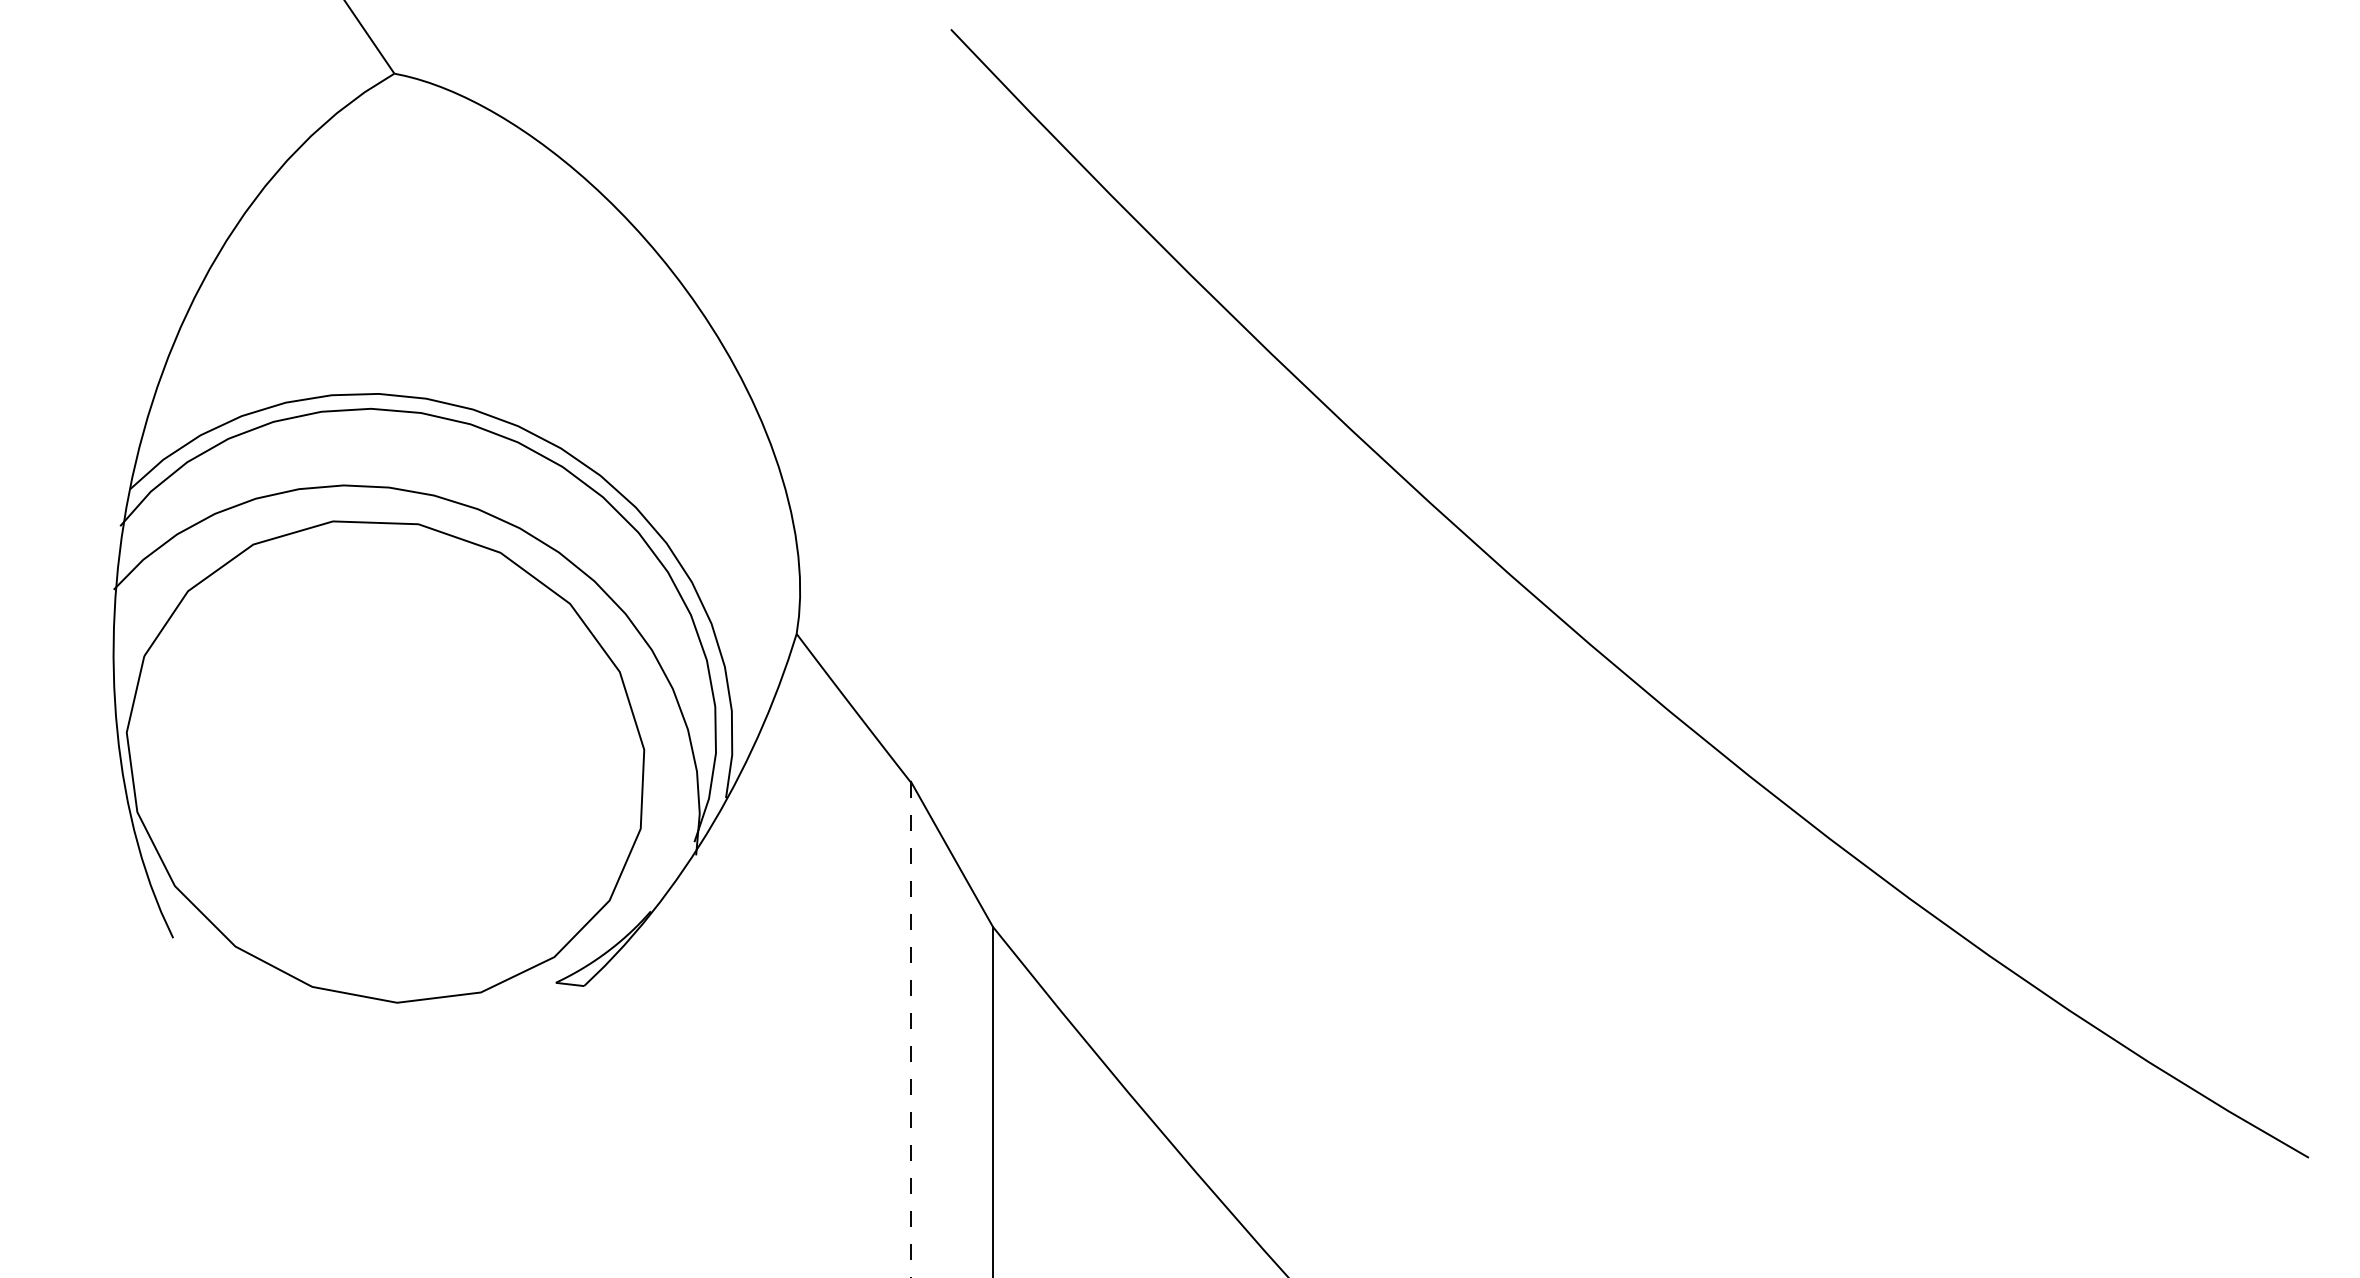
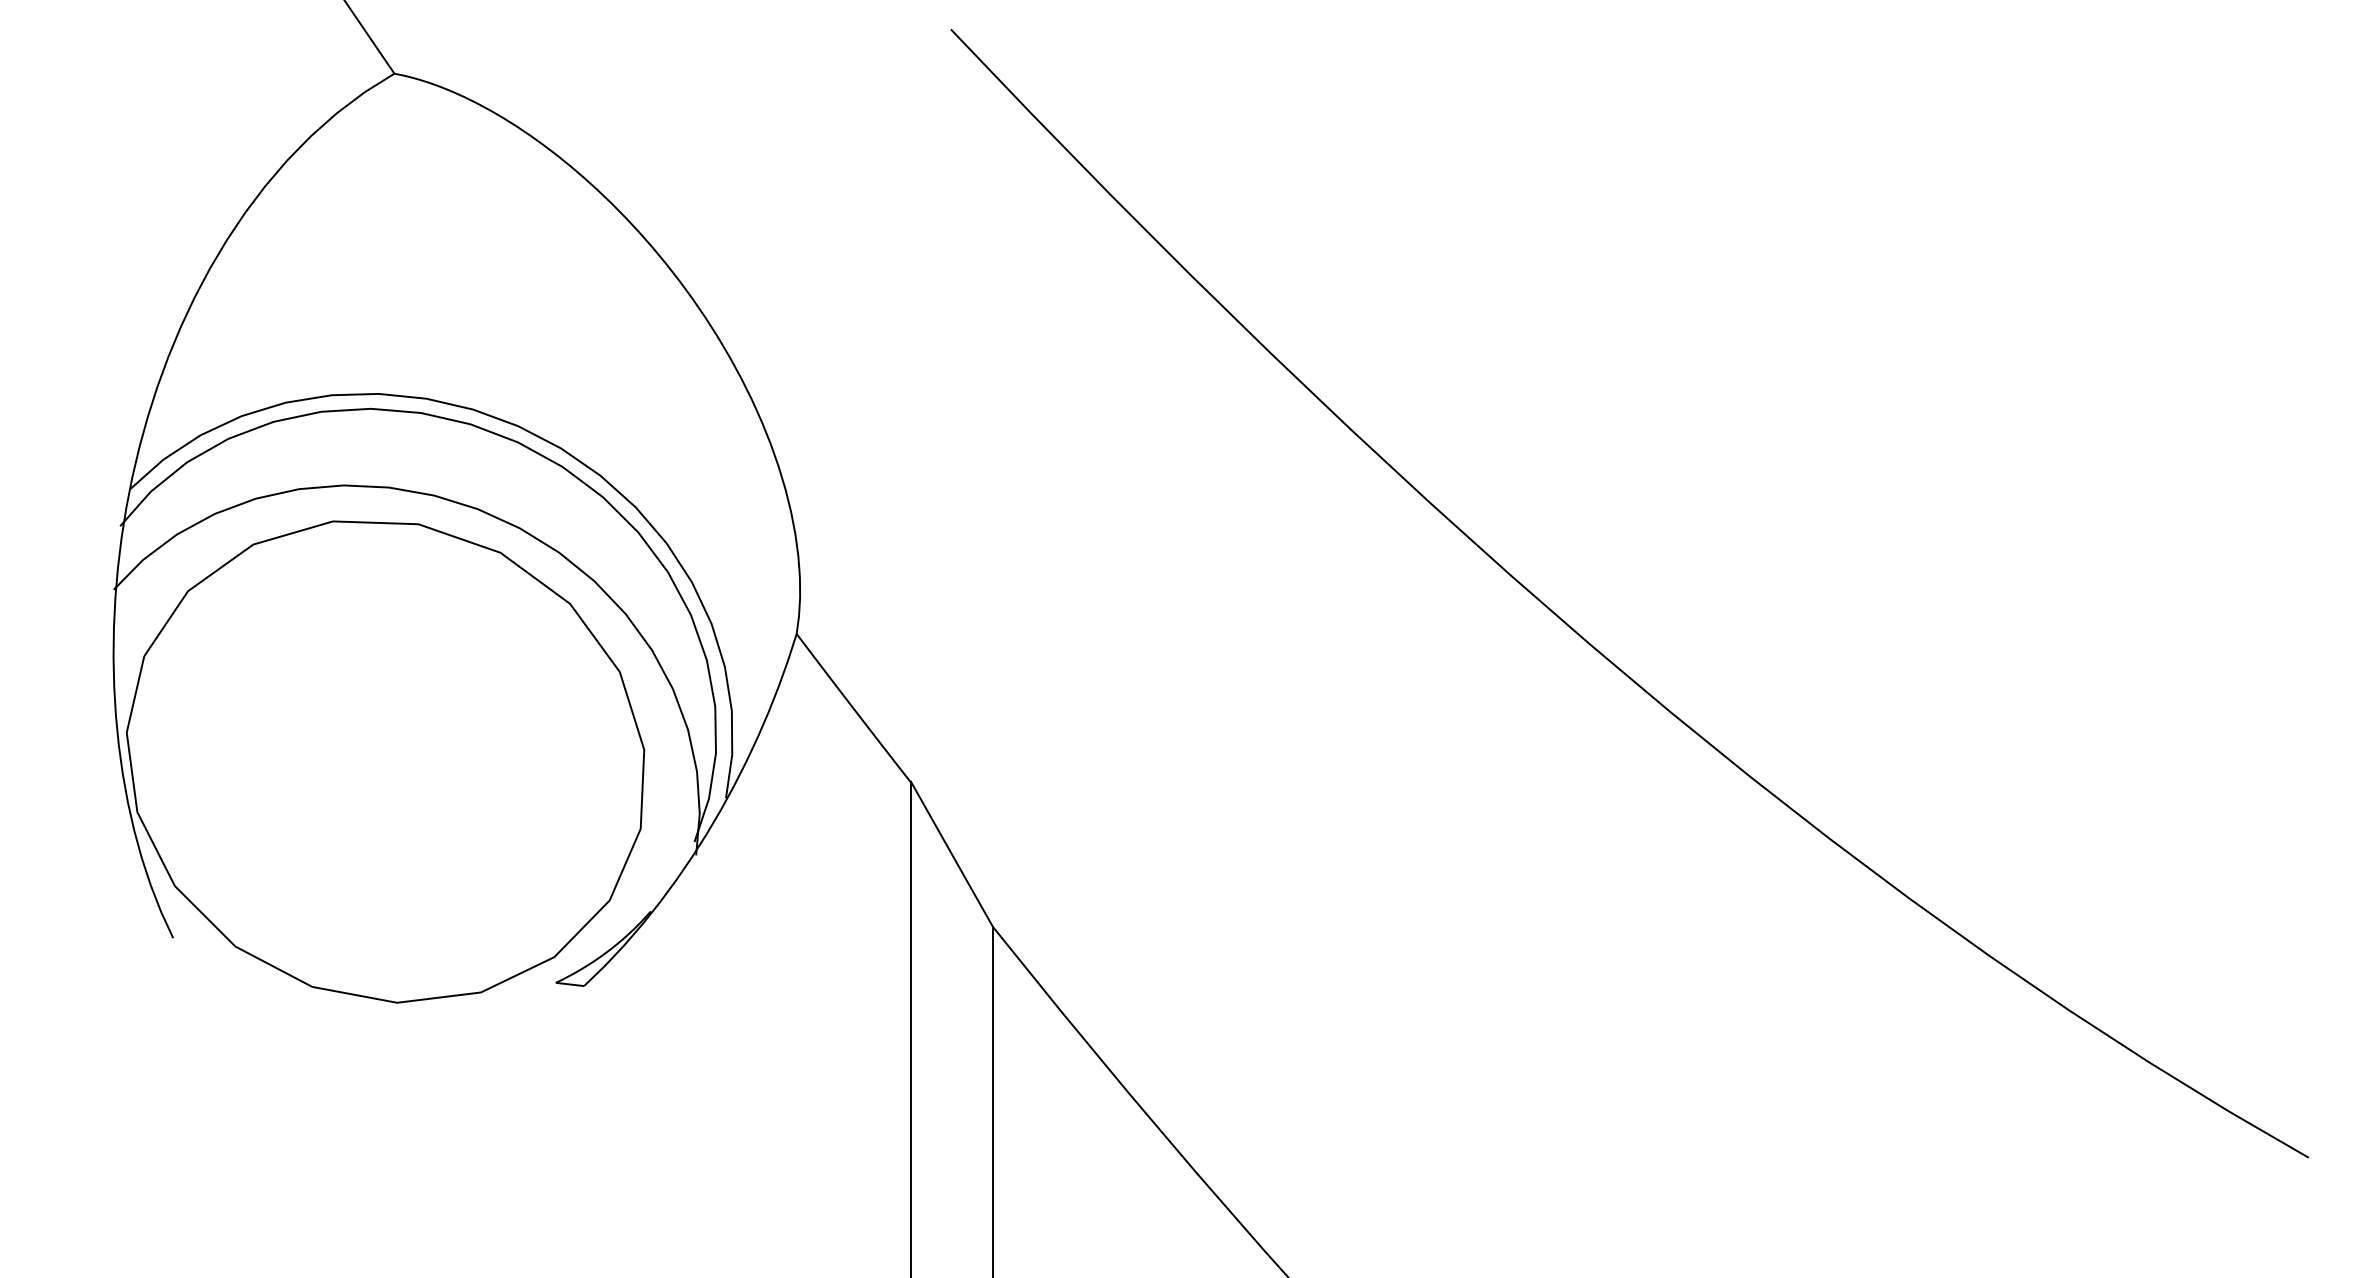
line at (910, 1029): dashed -> solid
